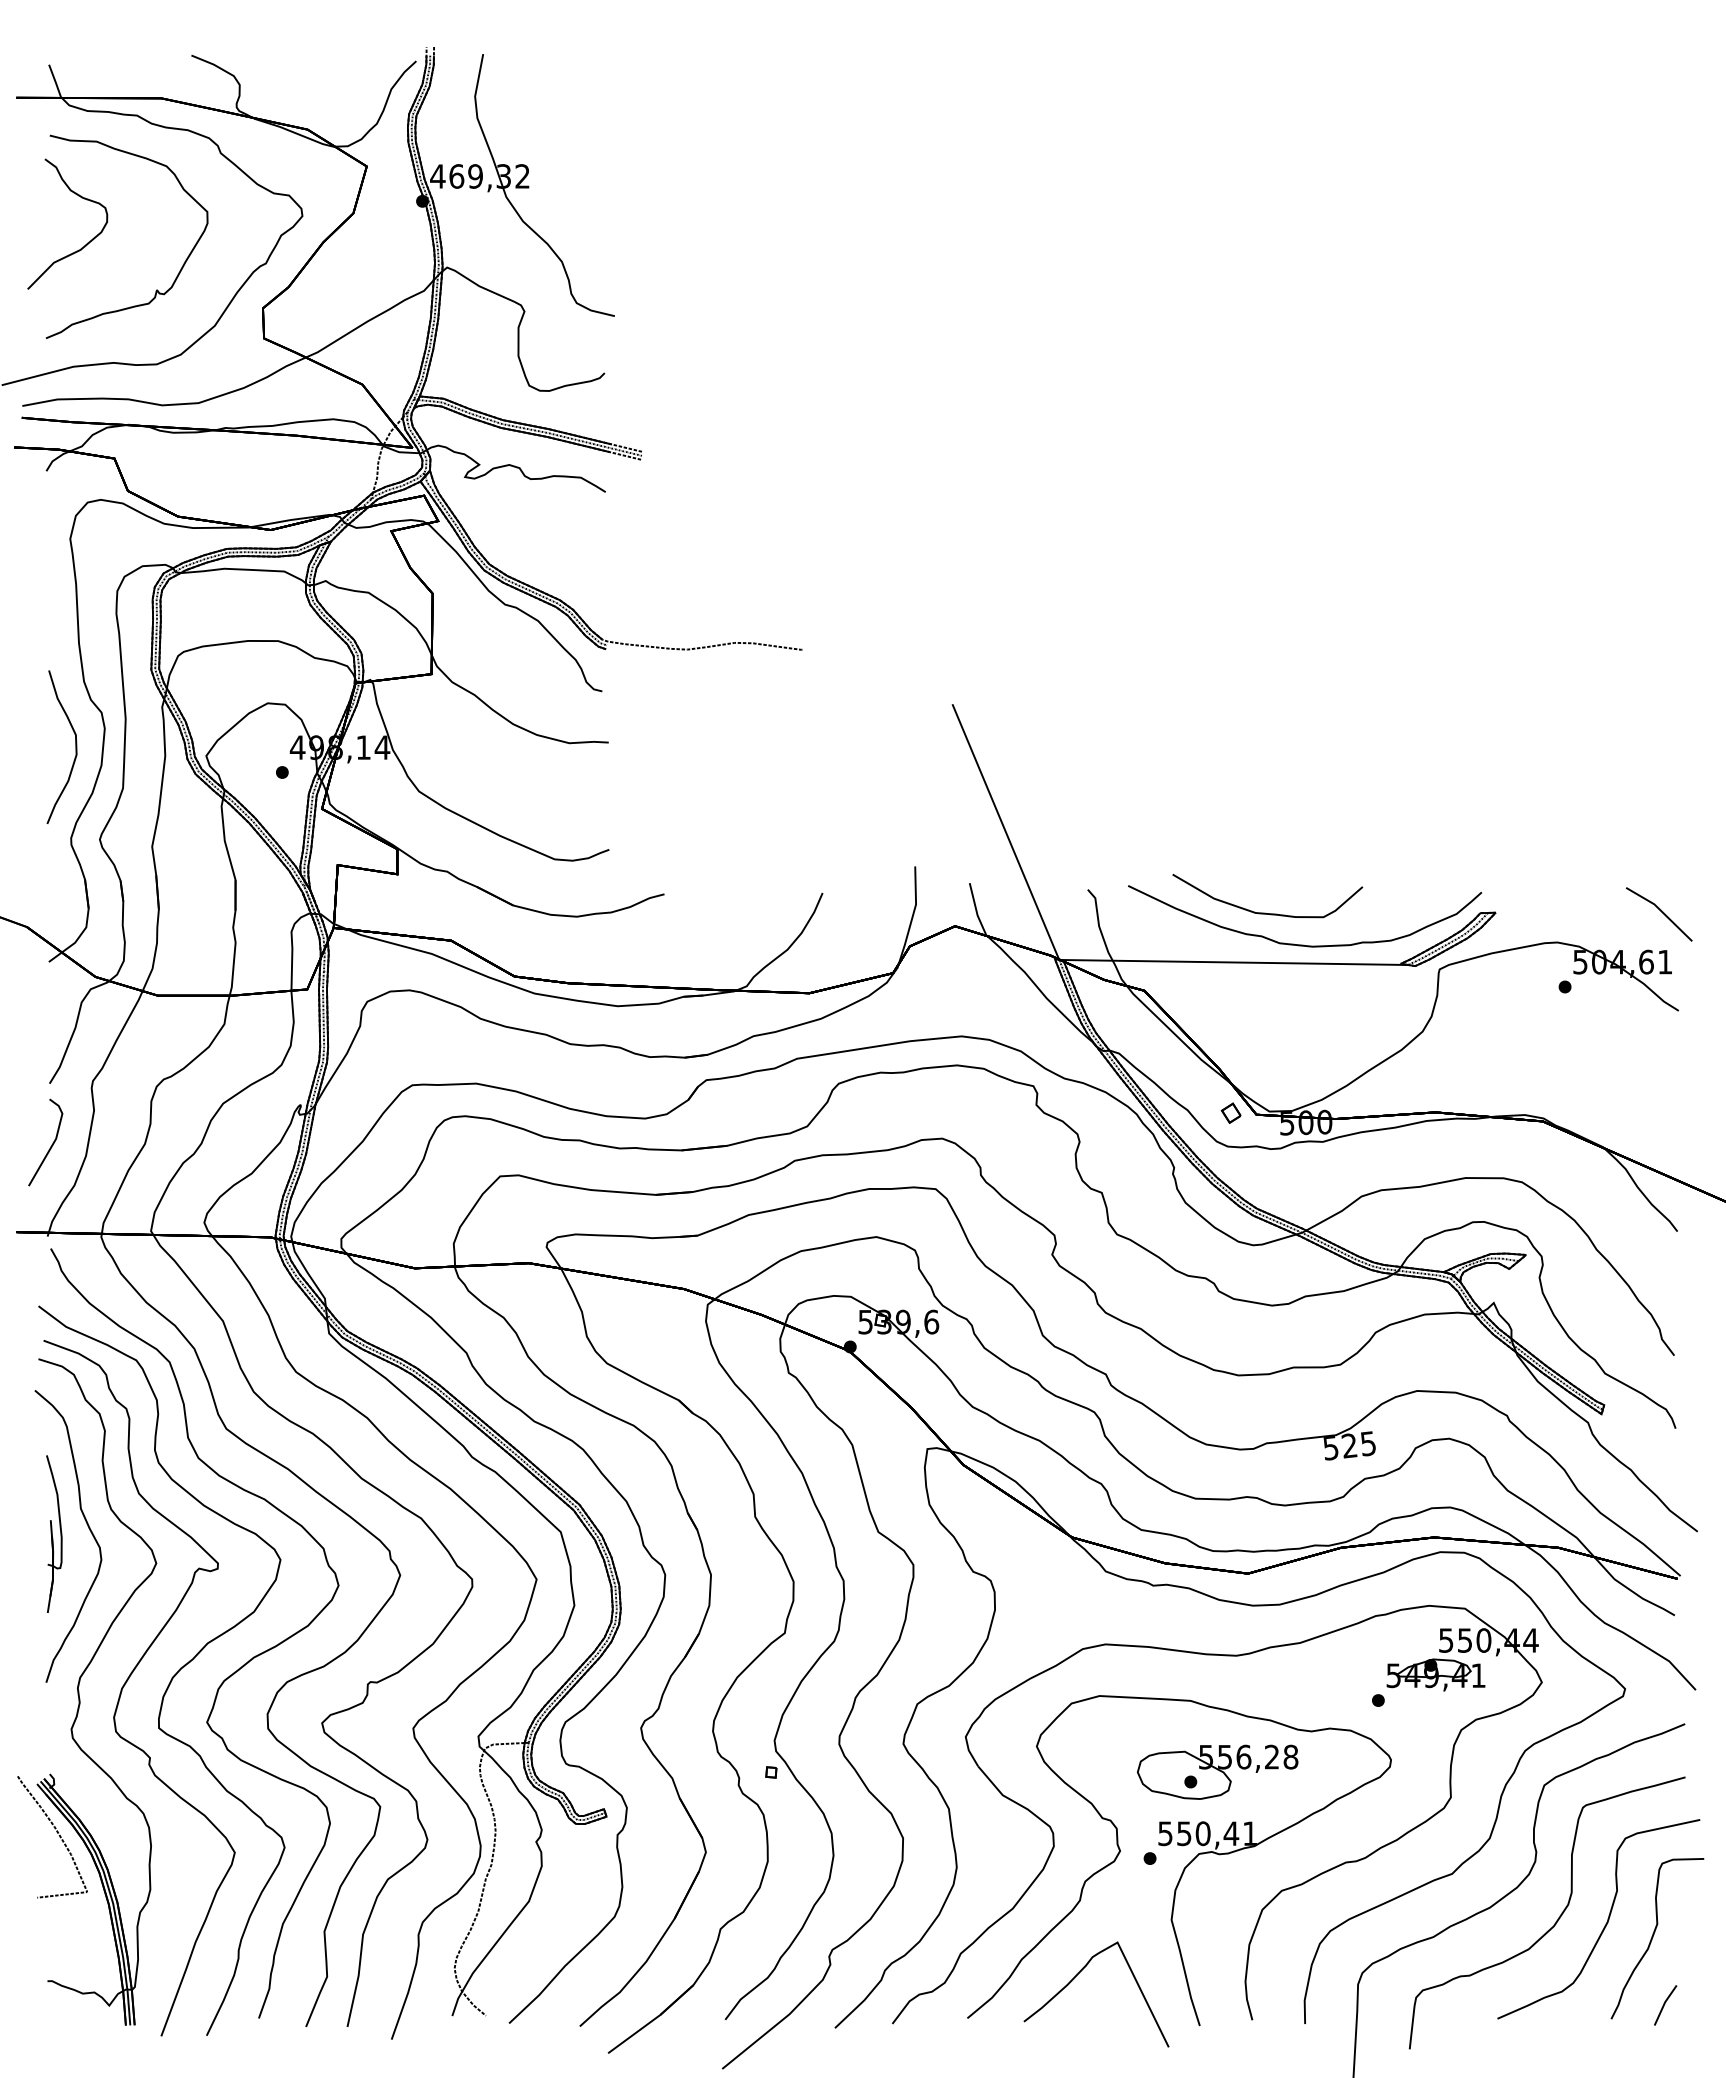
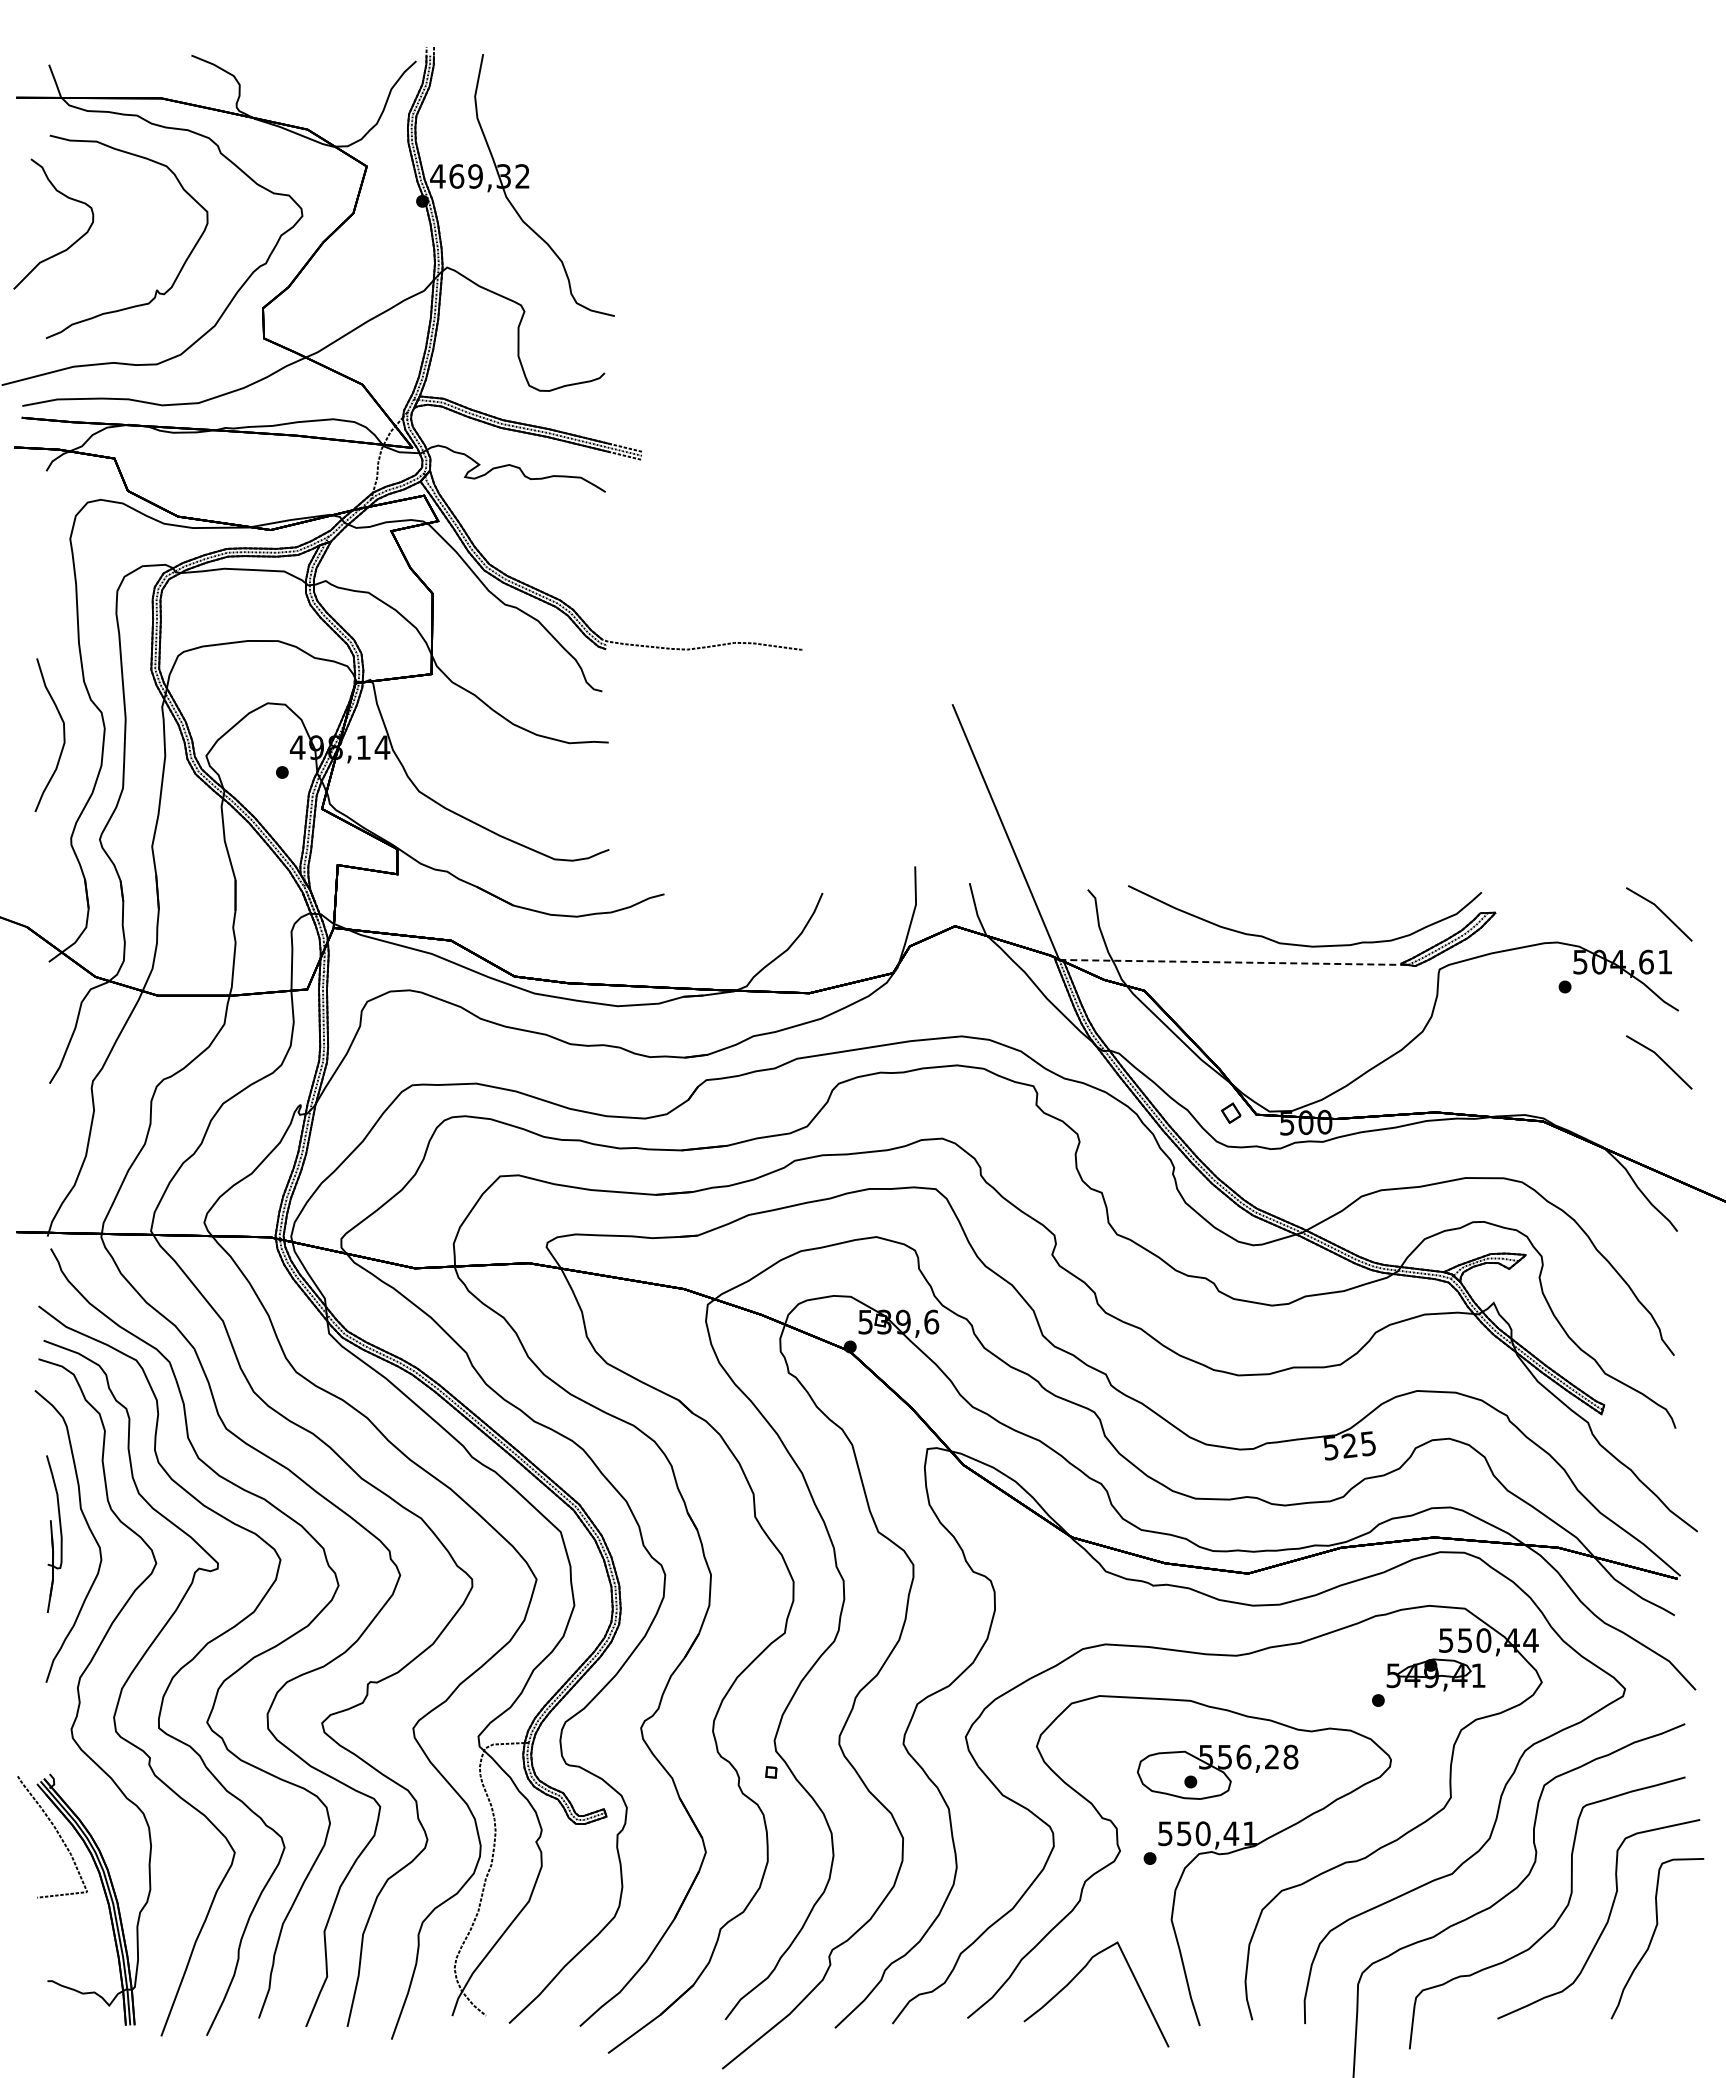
part at (87, 242) position: (87, 242) -> (73, 242)
curve at (75, 746) position: (75, 746) -> (63, 734)
curve at (1265, 912): present -> none
line at (1234, 962): solid -> dashed
line at (1661, 1060): none -> present
line at (51, 1144): present -> none
line at (1665, 2004): present -> none
